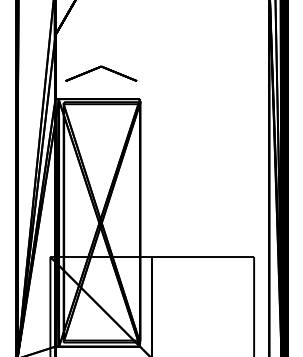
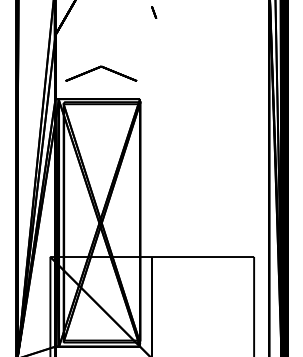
part at (154, 12): none -> present
